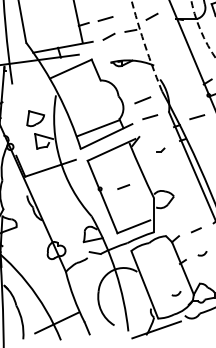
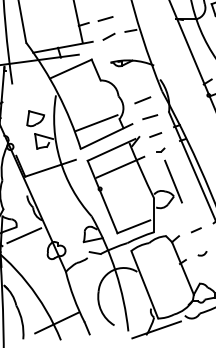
line at (151, 16): present -> none
arc at (200, 29): dashed -> solid
arc at (145, 46): dashed -> solid
line at (197, 117): present -> none
line at (98, 128) position: (98, 128) -> (96, 123)
line at (120, 166): none -> present
line at (173, 181): none -> present
line at (123, 186) position: (123, 186) -> (155, 134)
line at (24, 235): none -> present
arc at (176, 294): present -> none
